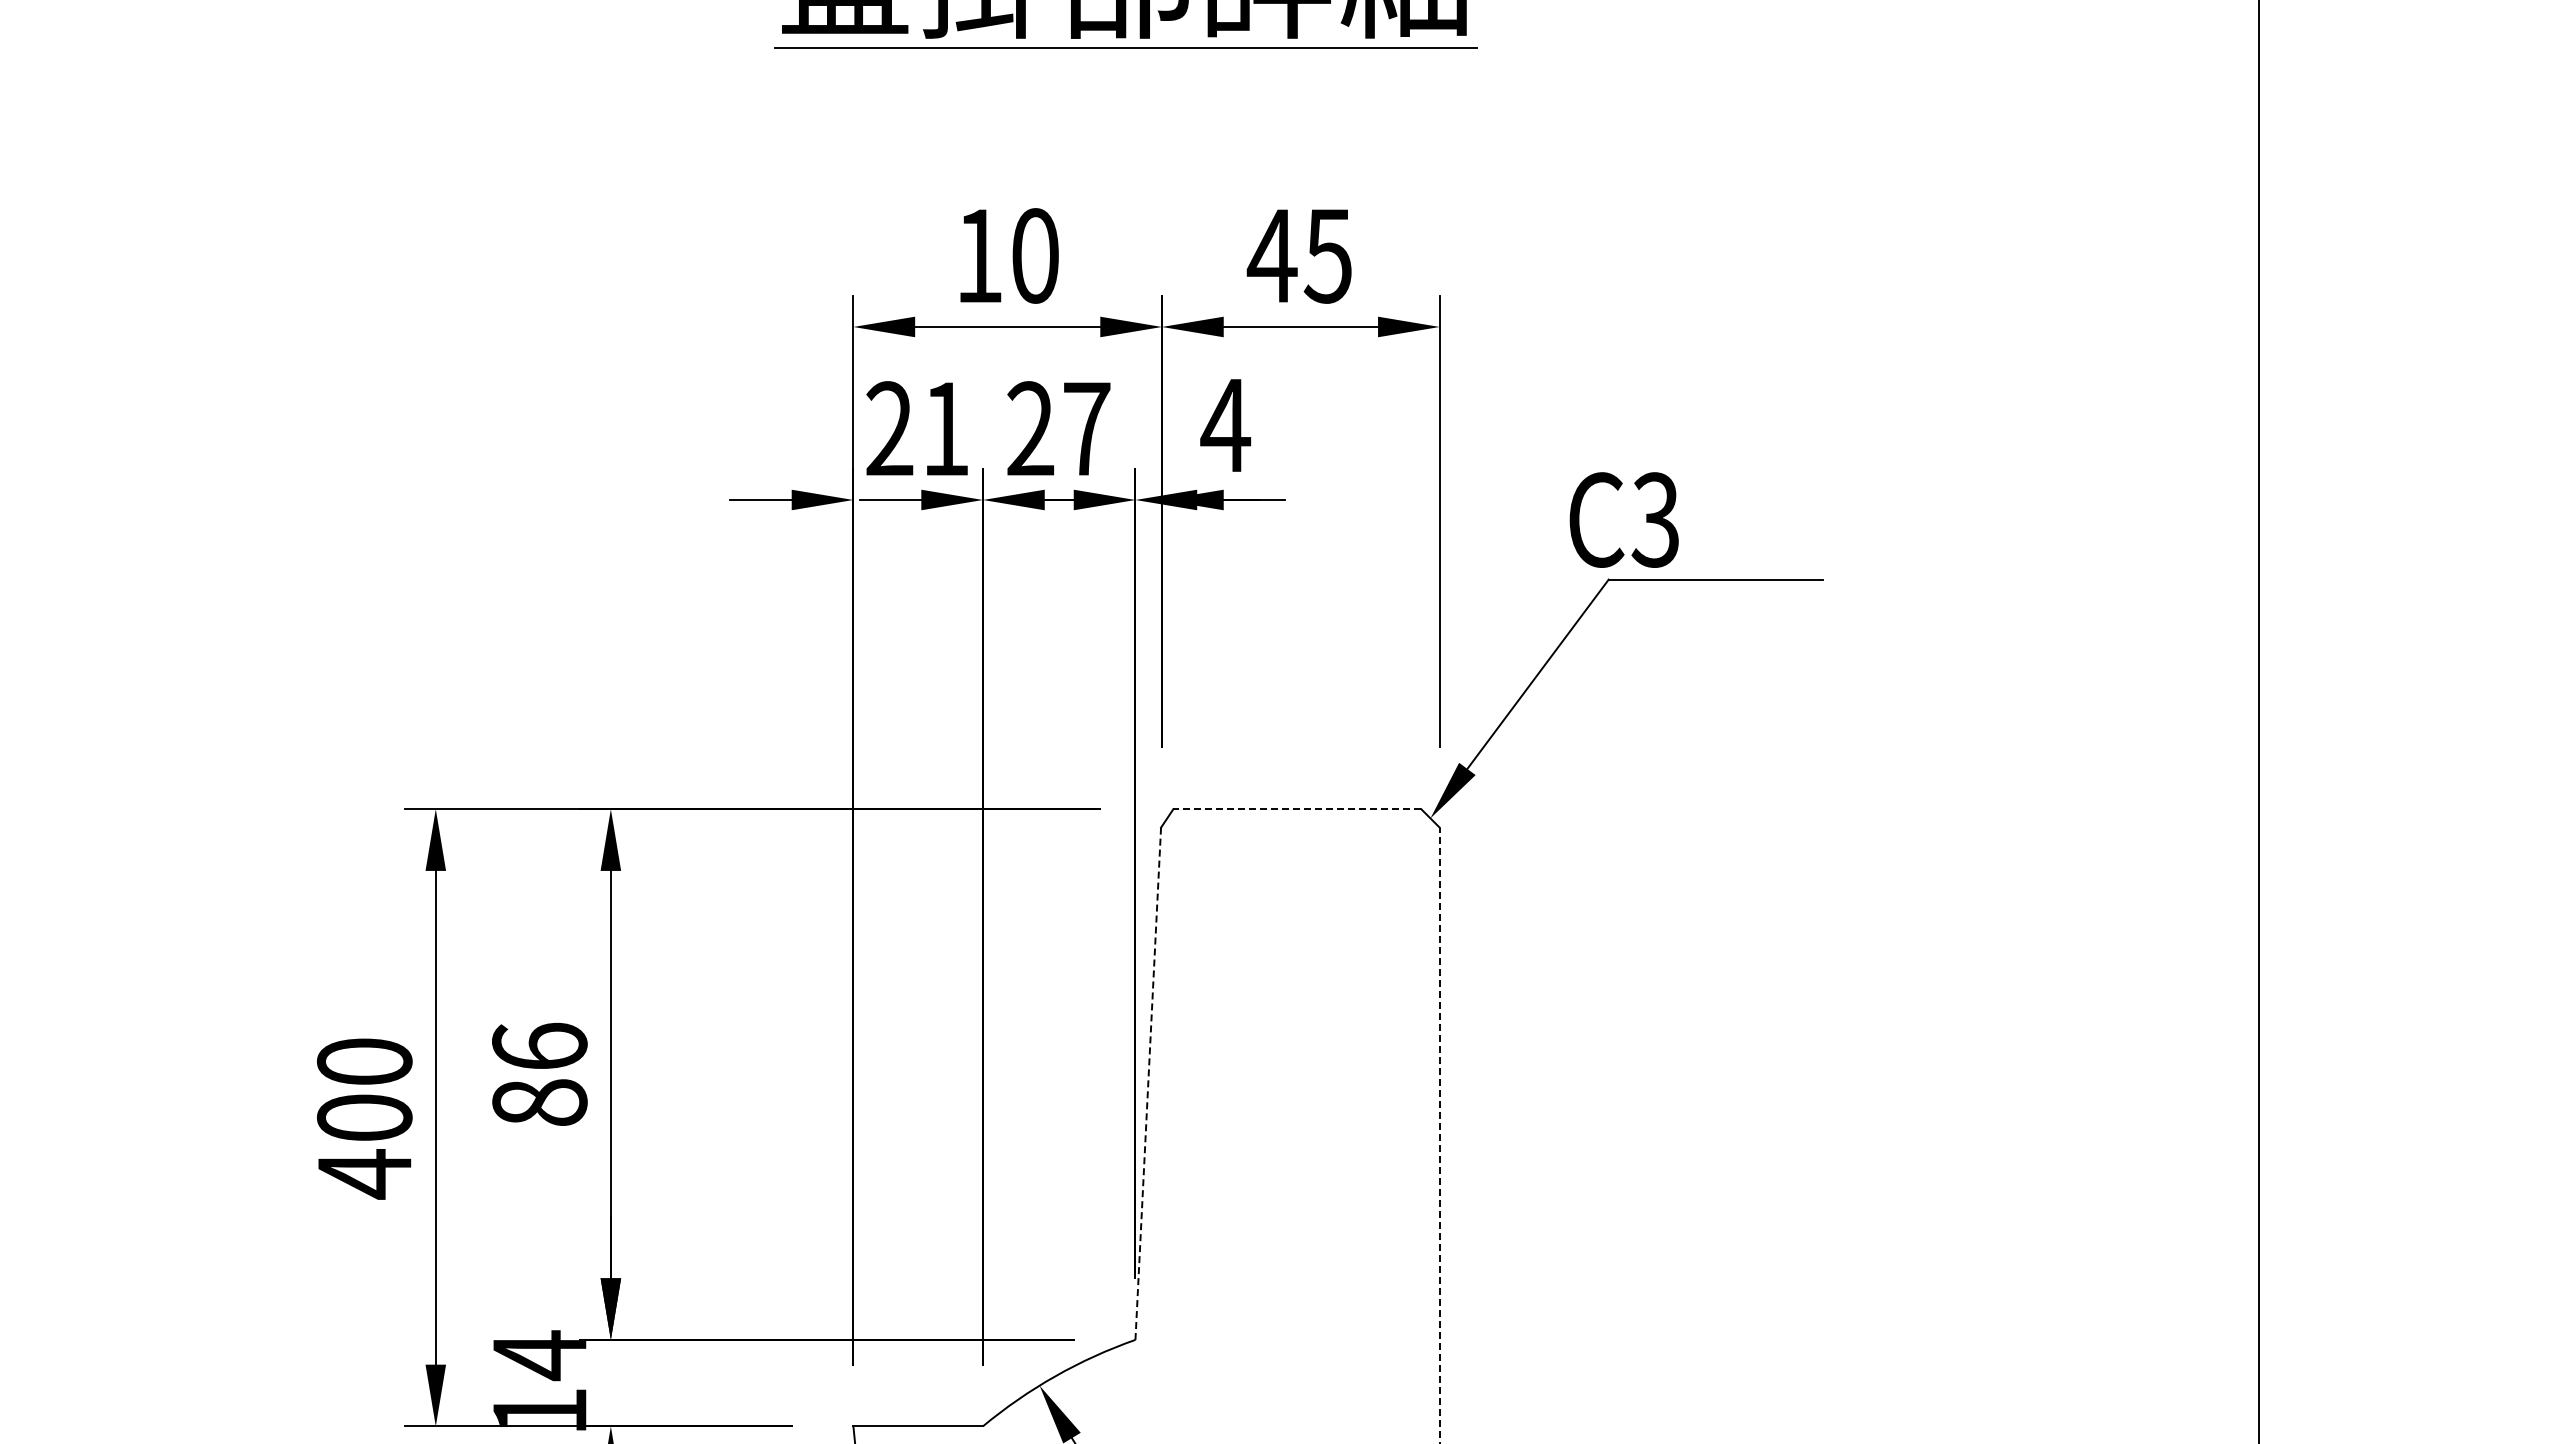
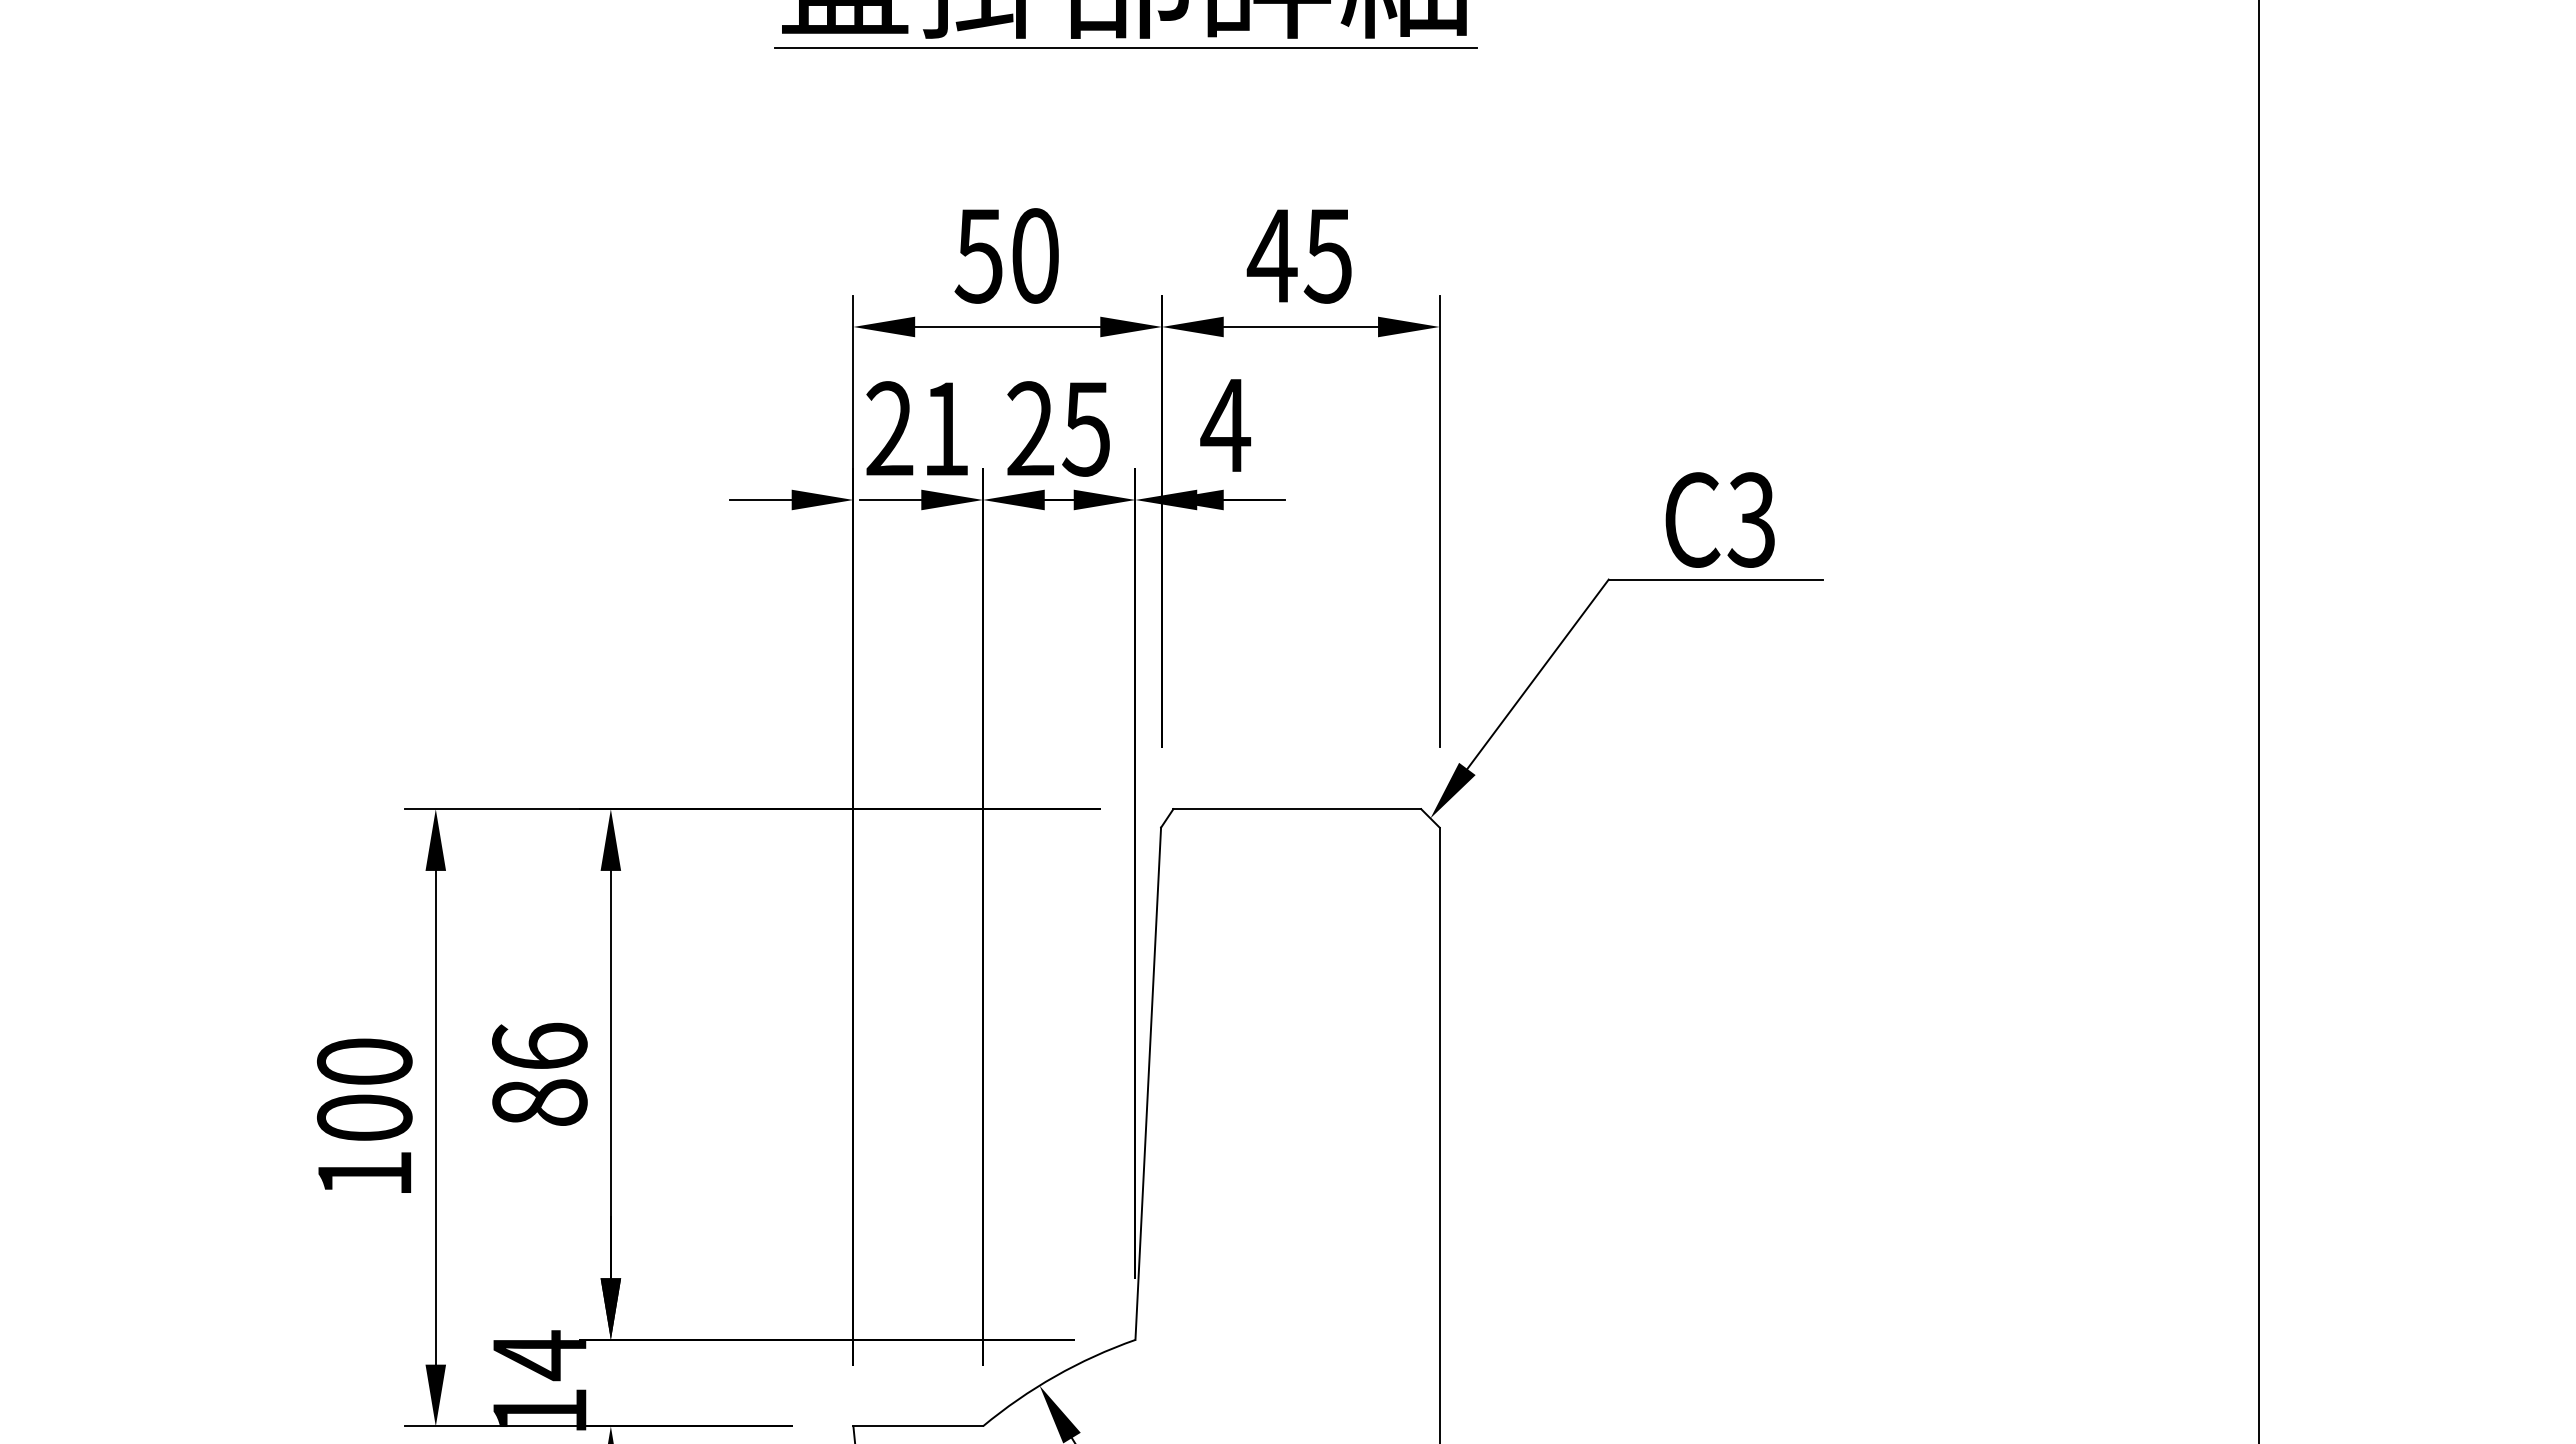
text at (978, 256): 10 -> 50
text at (1086, 429): 27 -> 25
text at (1623, 519) position: (1623, 519) -> (1719, 519)
line at (1297, 809): dashed -> solid
line at (1148, 1084): dashed -> solid
line at (1439, 1135): dashed -> solid
text at (364, 1174): 400 -> 100
